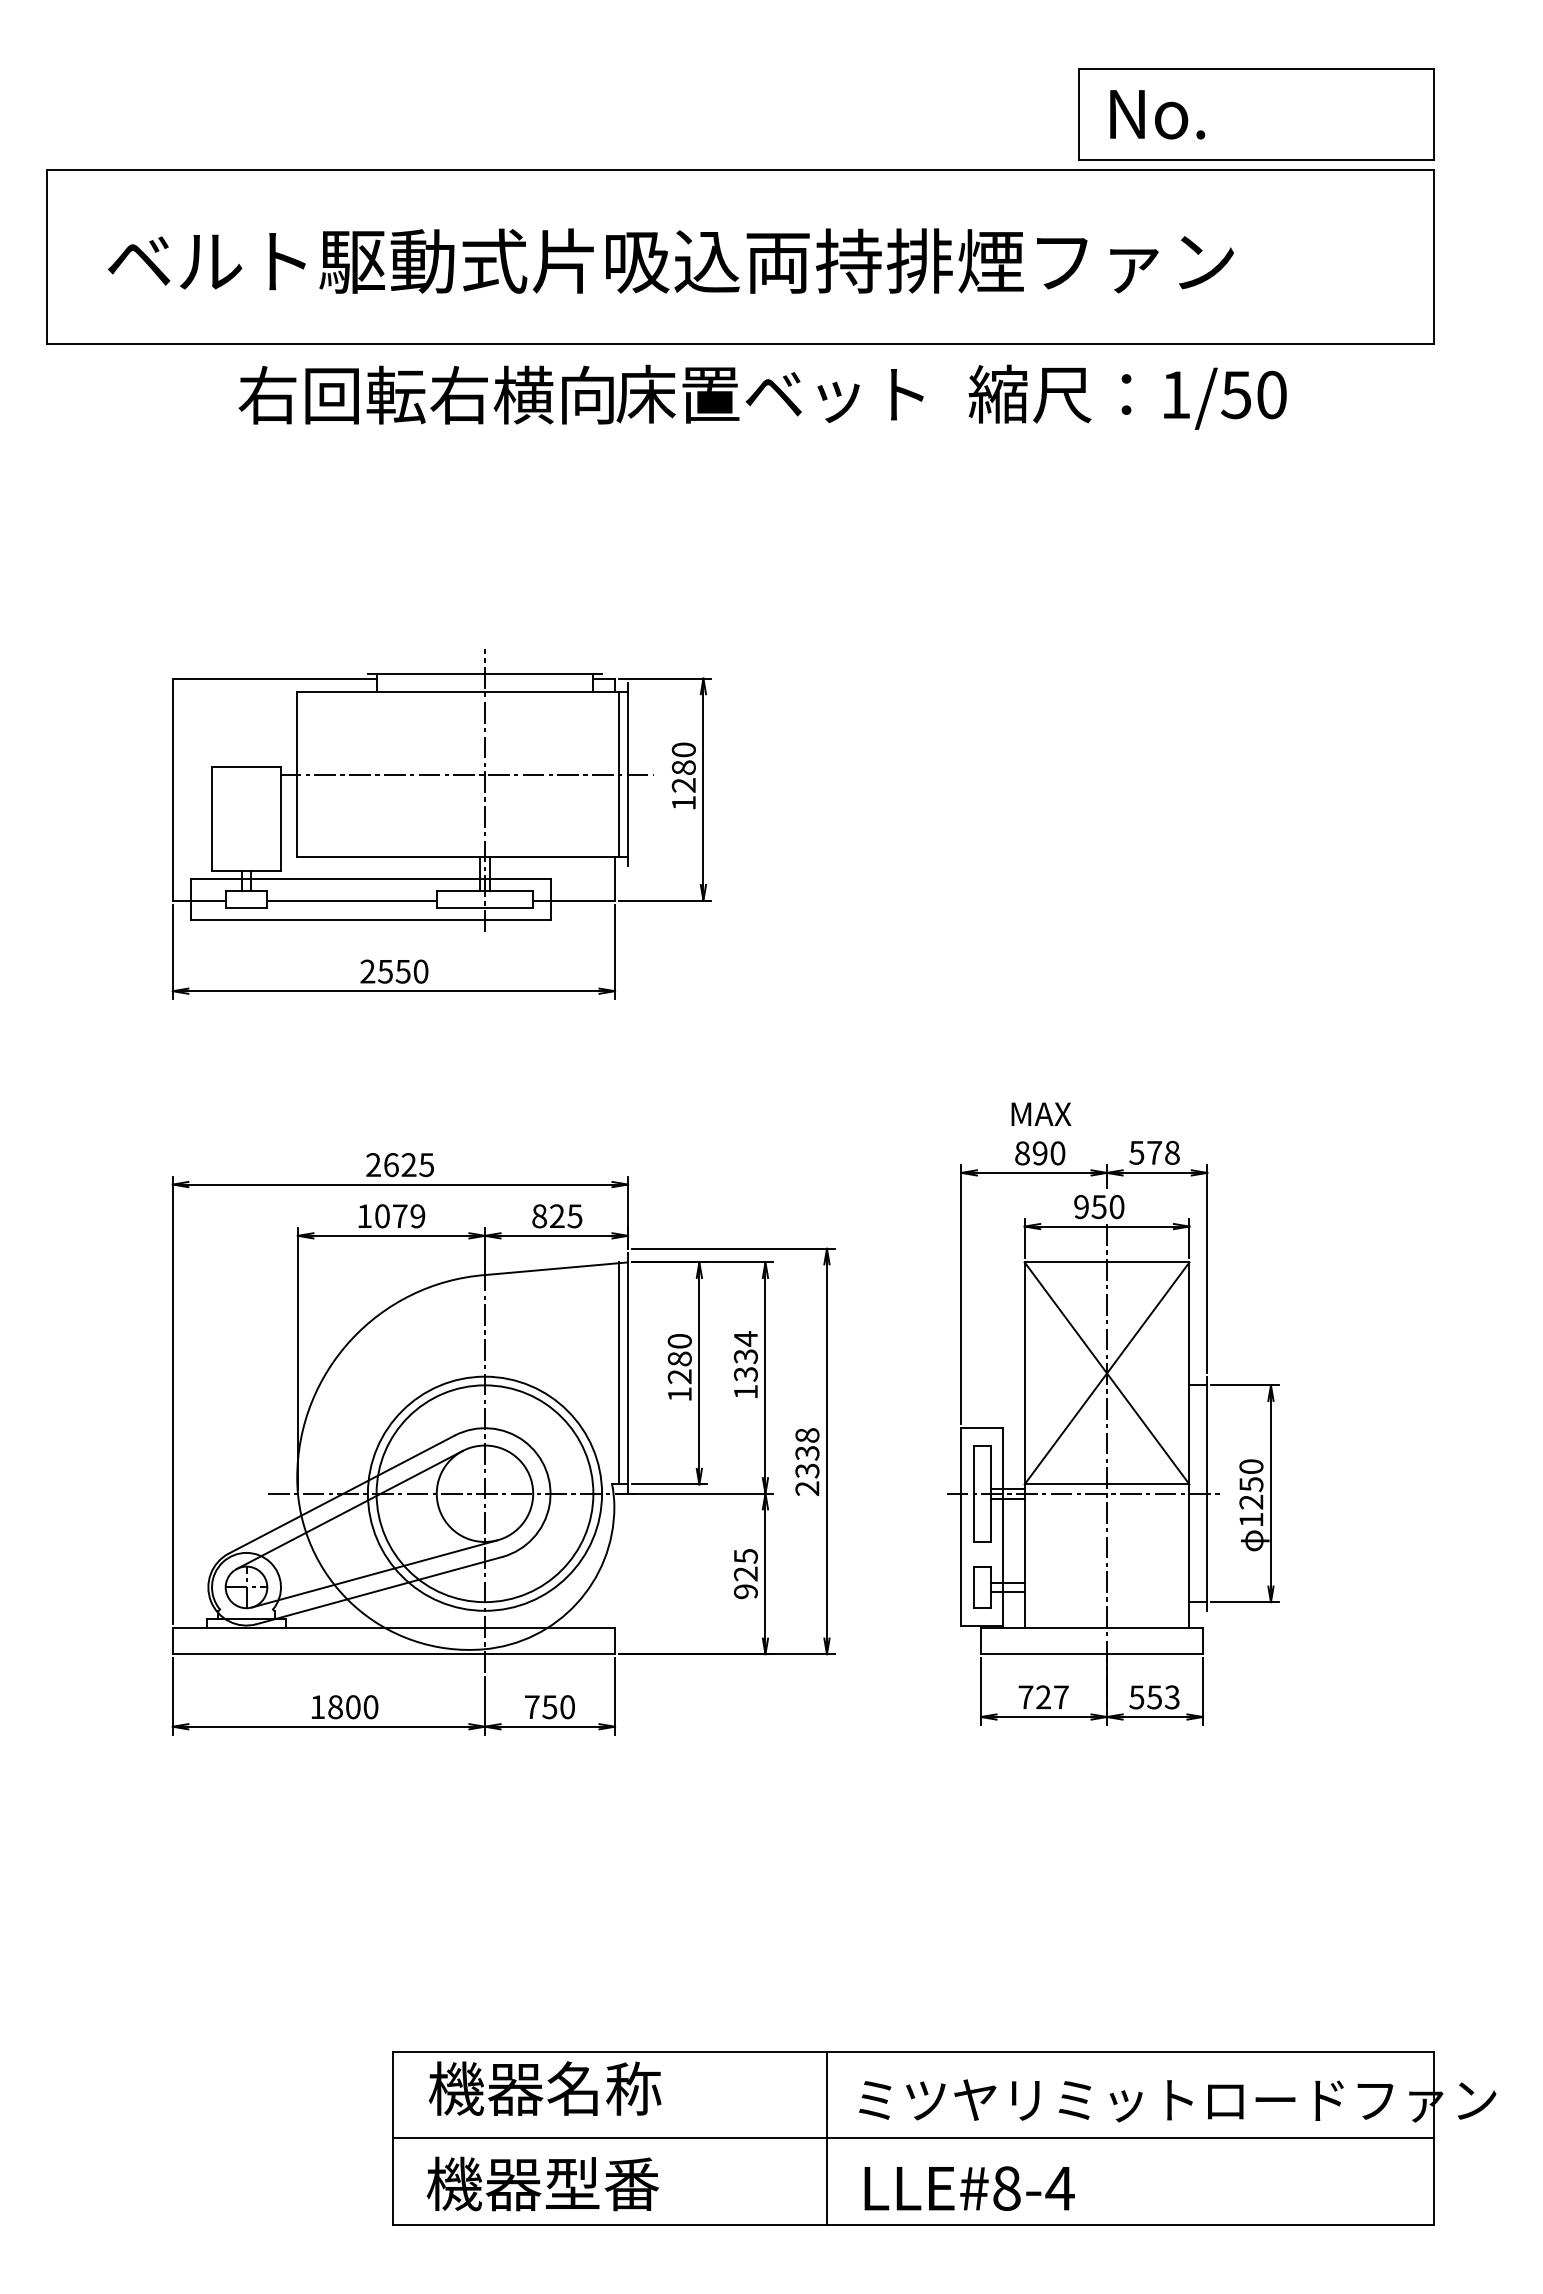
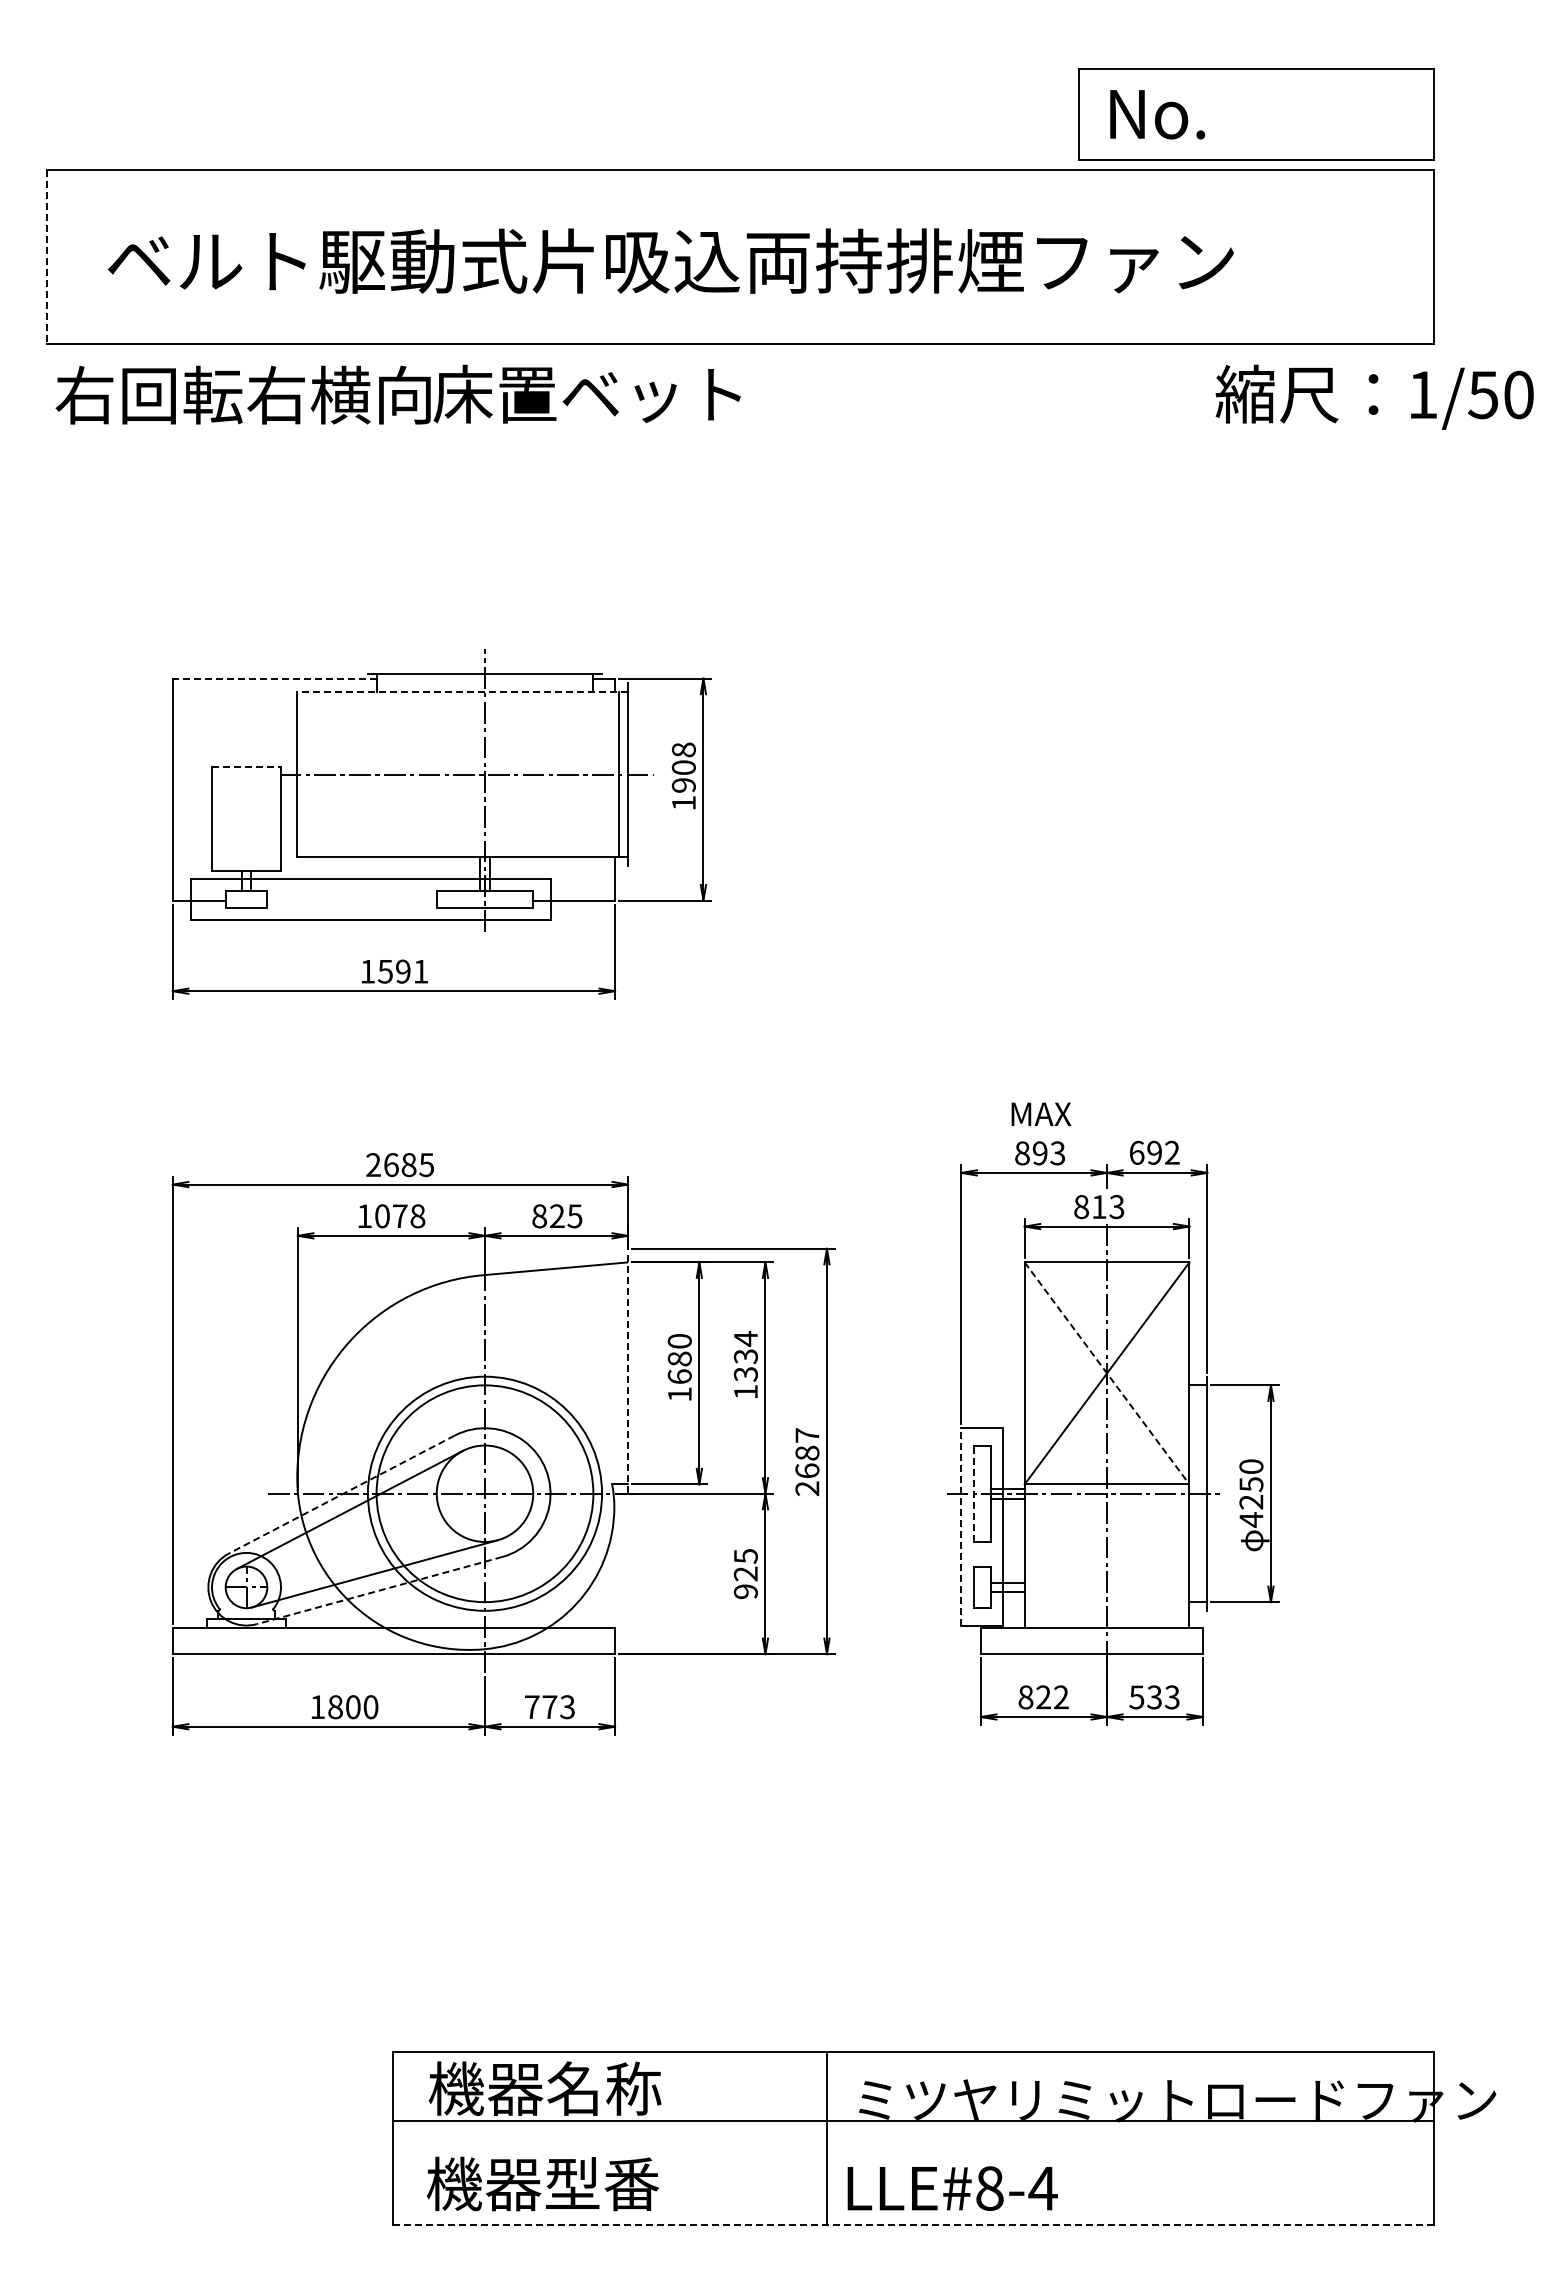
line at (46, 257): solid -> dashed
text at (580, 394) position: (580, 394) -> (397, 394)
text at (1127, 396) position: (1127, 396) -> (1374, 396)
line at (274, 678): solid -> dashed
line at (462, 692): solid -> dashed
line at (246, 766): solid -> dashed
text at (683, 767): 1280 -> 1908
line at (351, 900): present -> none
text at (394, 971): 2550 -> 1591
text at (1154, 1152): 578 -> 692
text at (1057, 1153): 890 -> 893
text at (408, 1165): 2625 -> 2685
text at (1099, 1207): 950 -> 813
text at (417, 1216): 1079 -> 1078
line at (628, 1372): solid -> dashed
line at (619, 1373): present -> none
line at (1107, 1373): solid -> dashed
text at (679, 1376): 1280 -> 1680
text at (807, 1453): 2338 -> 2687
line at (973, 1493): solid -> dashed
line at (341, 1494): solid -> dashed
text at (1251, 1520): 1250 -> 4250
line at (961, 1526): solid -> dashed
line at (378, 1590): solid -> dashed
text at (1154, 1696): 553 -> 533
text at (1043, 1697): 727 -> 822
text at (558, 1707): 750 -> 773
line at (913, 2138) position: (913, 2138) -> (913, 2121)
text at (969, 2188) position: (969, 2188) -> (952, 2188)
line at (914, 2225): solid -> dashed
